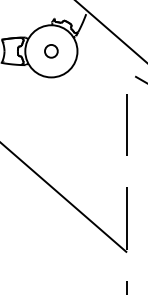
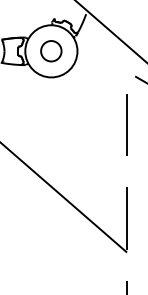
circle at (51, 51) size: 15x15 px -> 23x23 px
